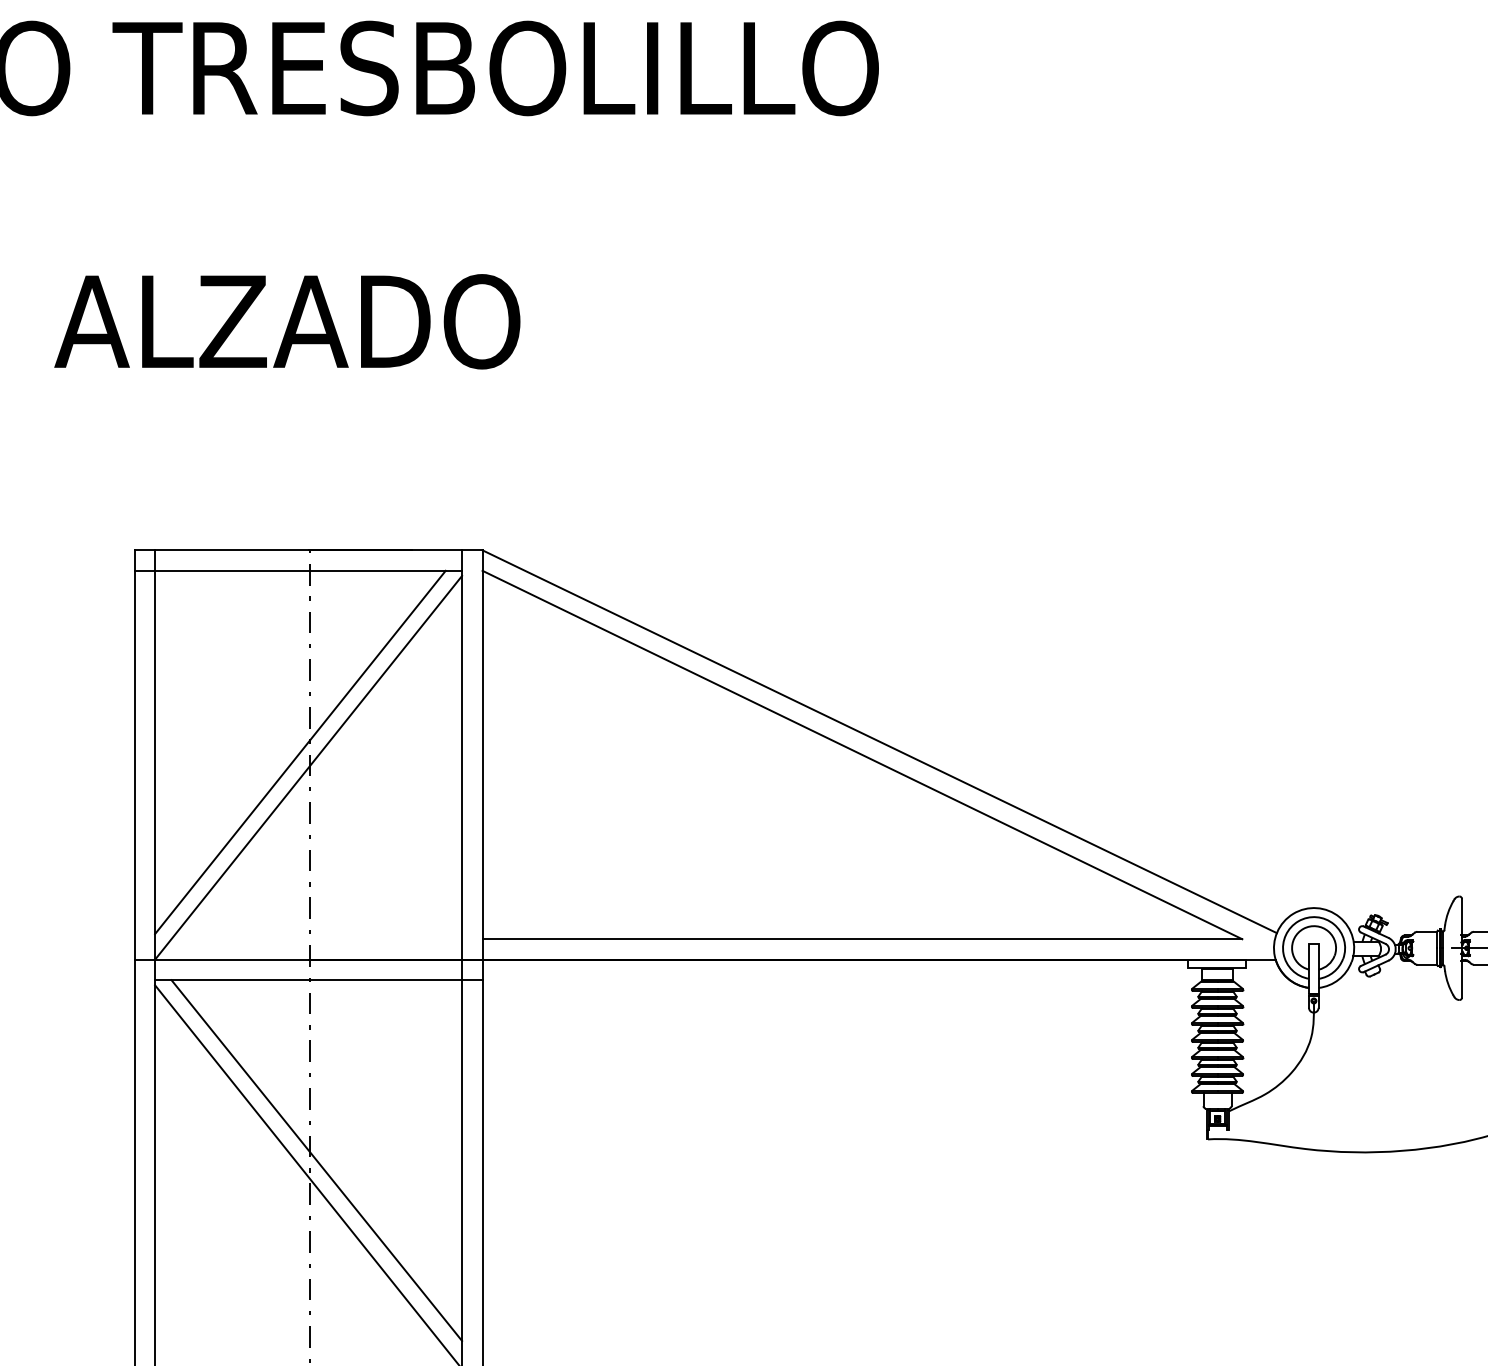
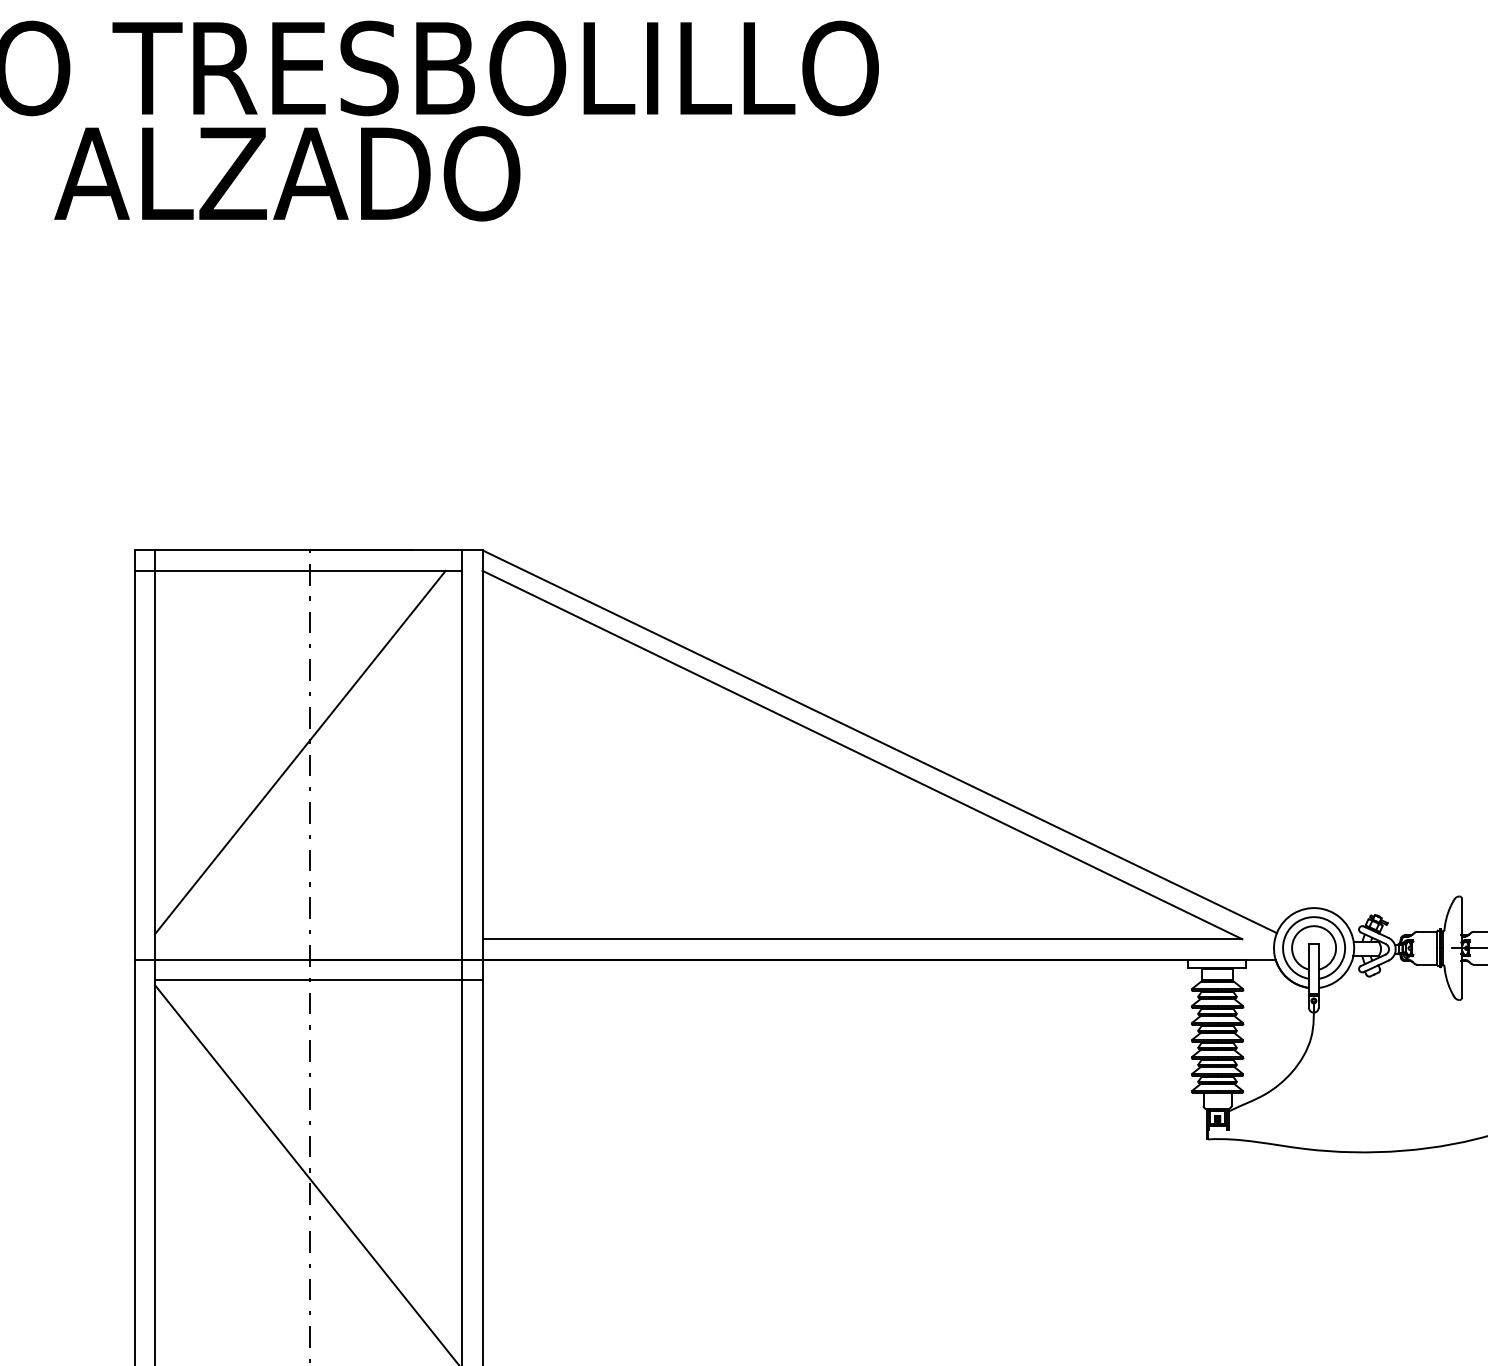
text at (287, 321) position: (287, 321) -> (287, 173)
line at (308, 767): present -> none
line at (316, 1160): present -> none
